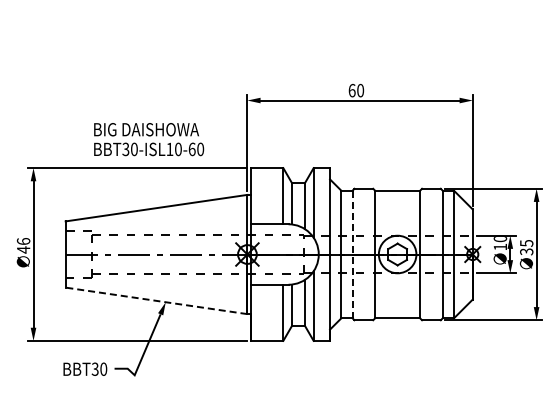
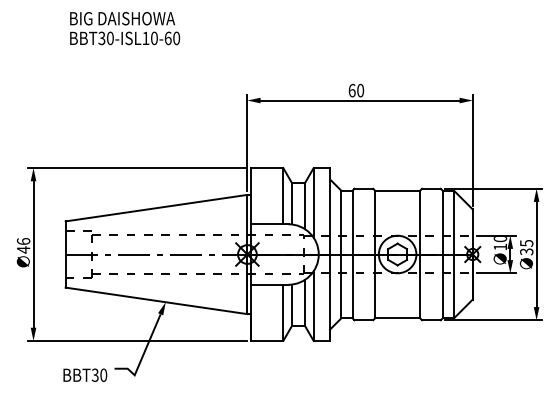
text at (149, 139) position: (149, 139) -> (125, 28)
line at (352, 254): dashed -> solid
line at (156, 300): dashed -> solid
text at (85, 368) position: (85, 368) -> (85, 374)
